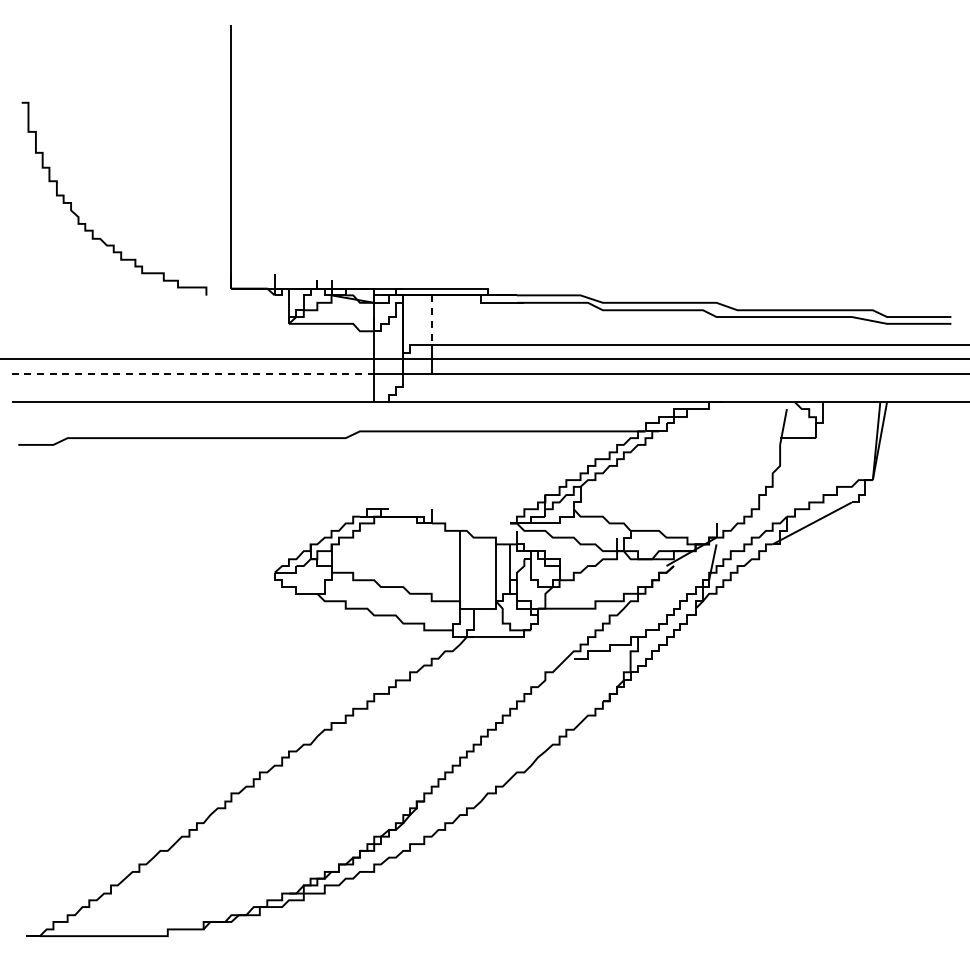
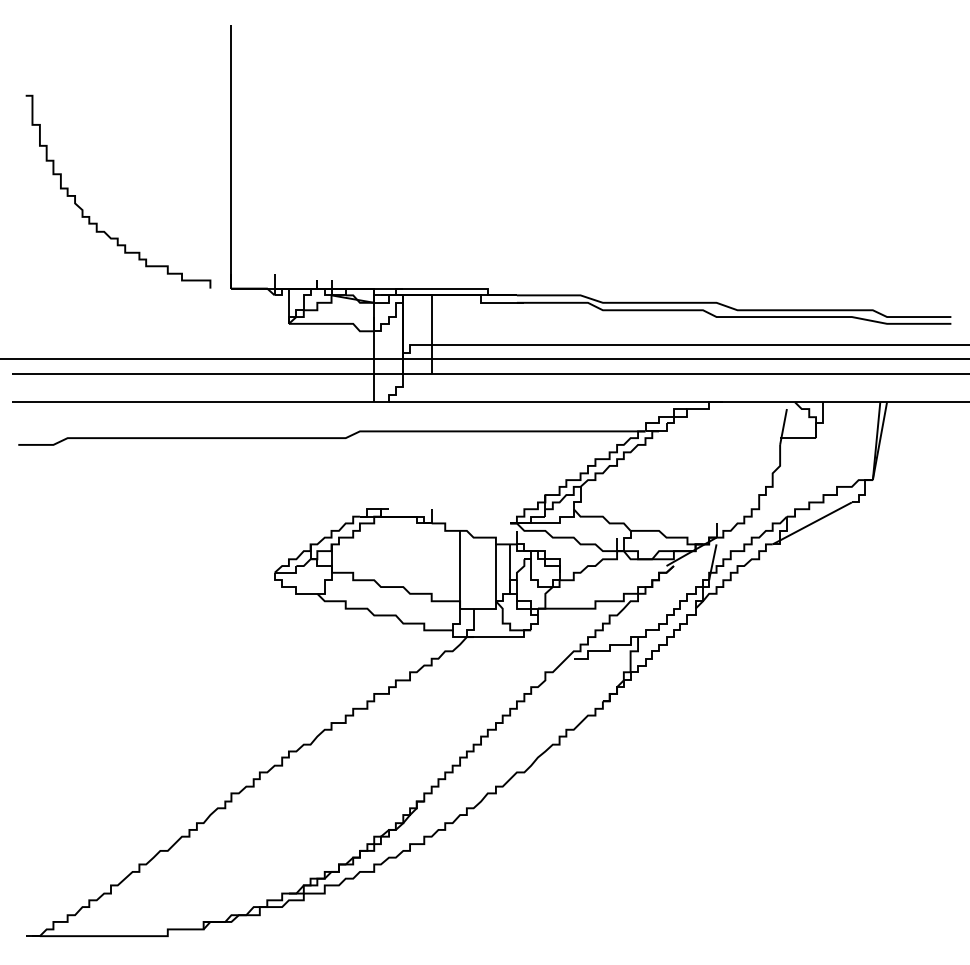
curve at (93, 229) position: (93, 229) -> (97, 222)
line at (431, 320): dashed -> solid
line at (193, 373): dashed -> solid
